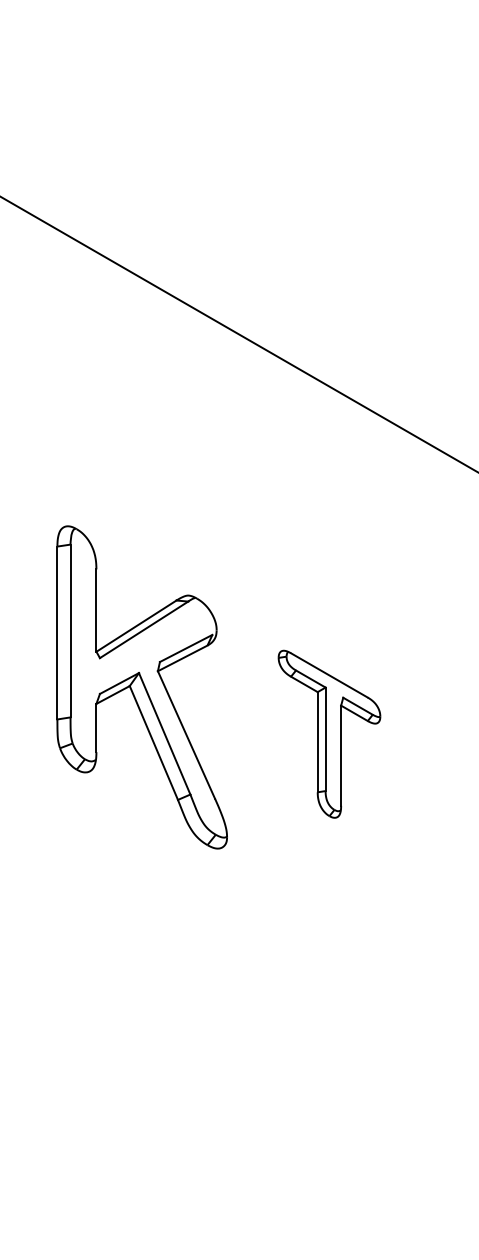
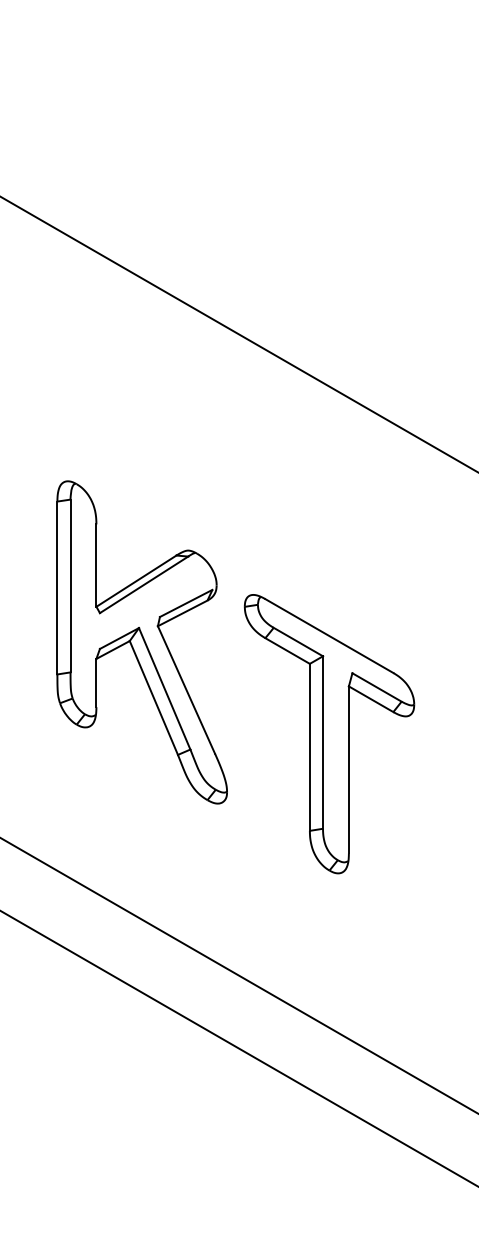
part at (141, 687) position: (141, 687) -> (141, 642)
part at (329, 733) size: 105x170 px -> 173x281 px
line at (238, 975): none -> present
line at (238, 1048): none -> present
